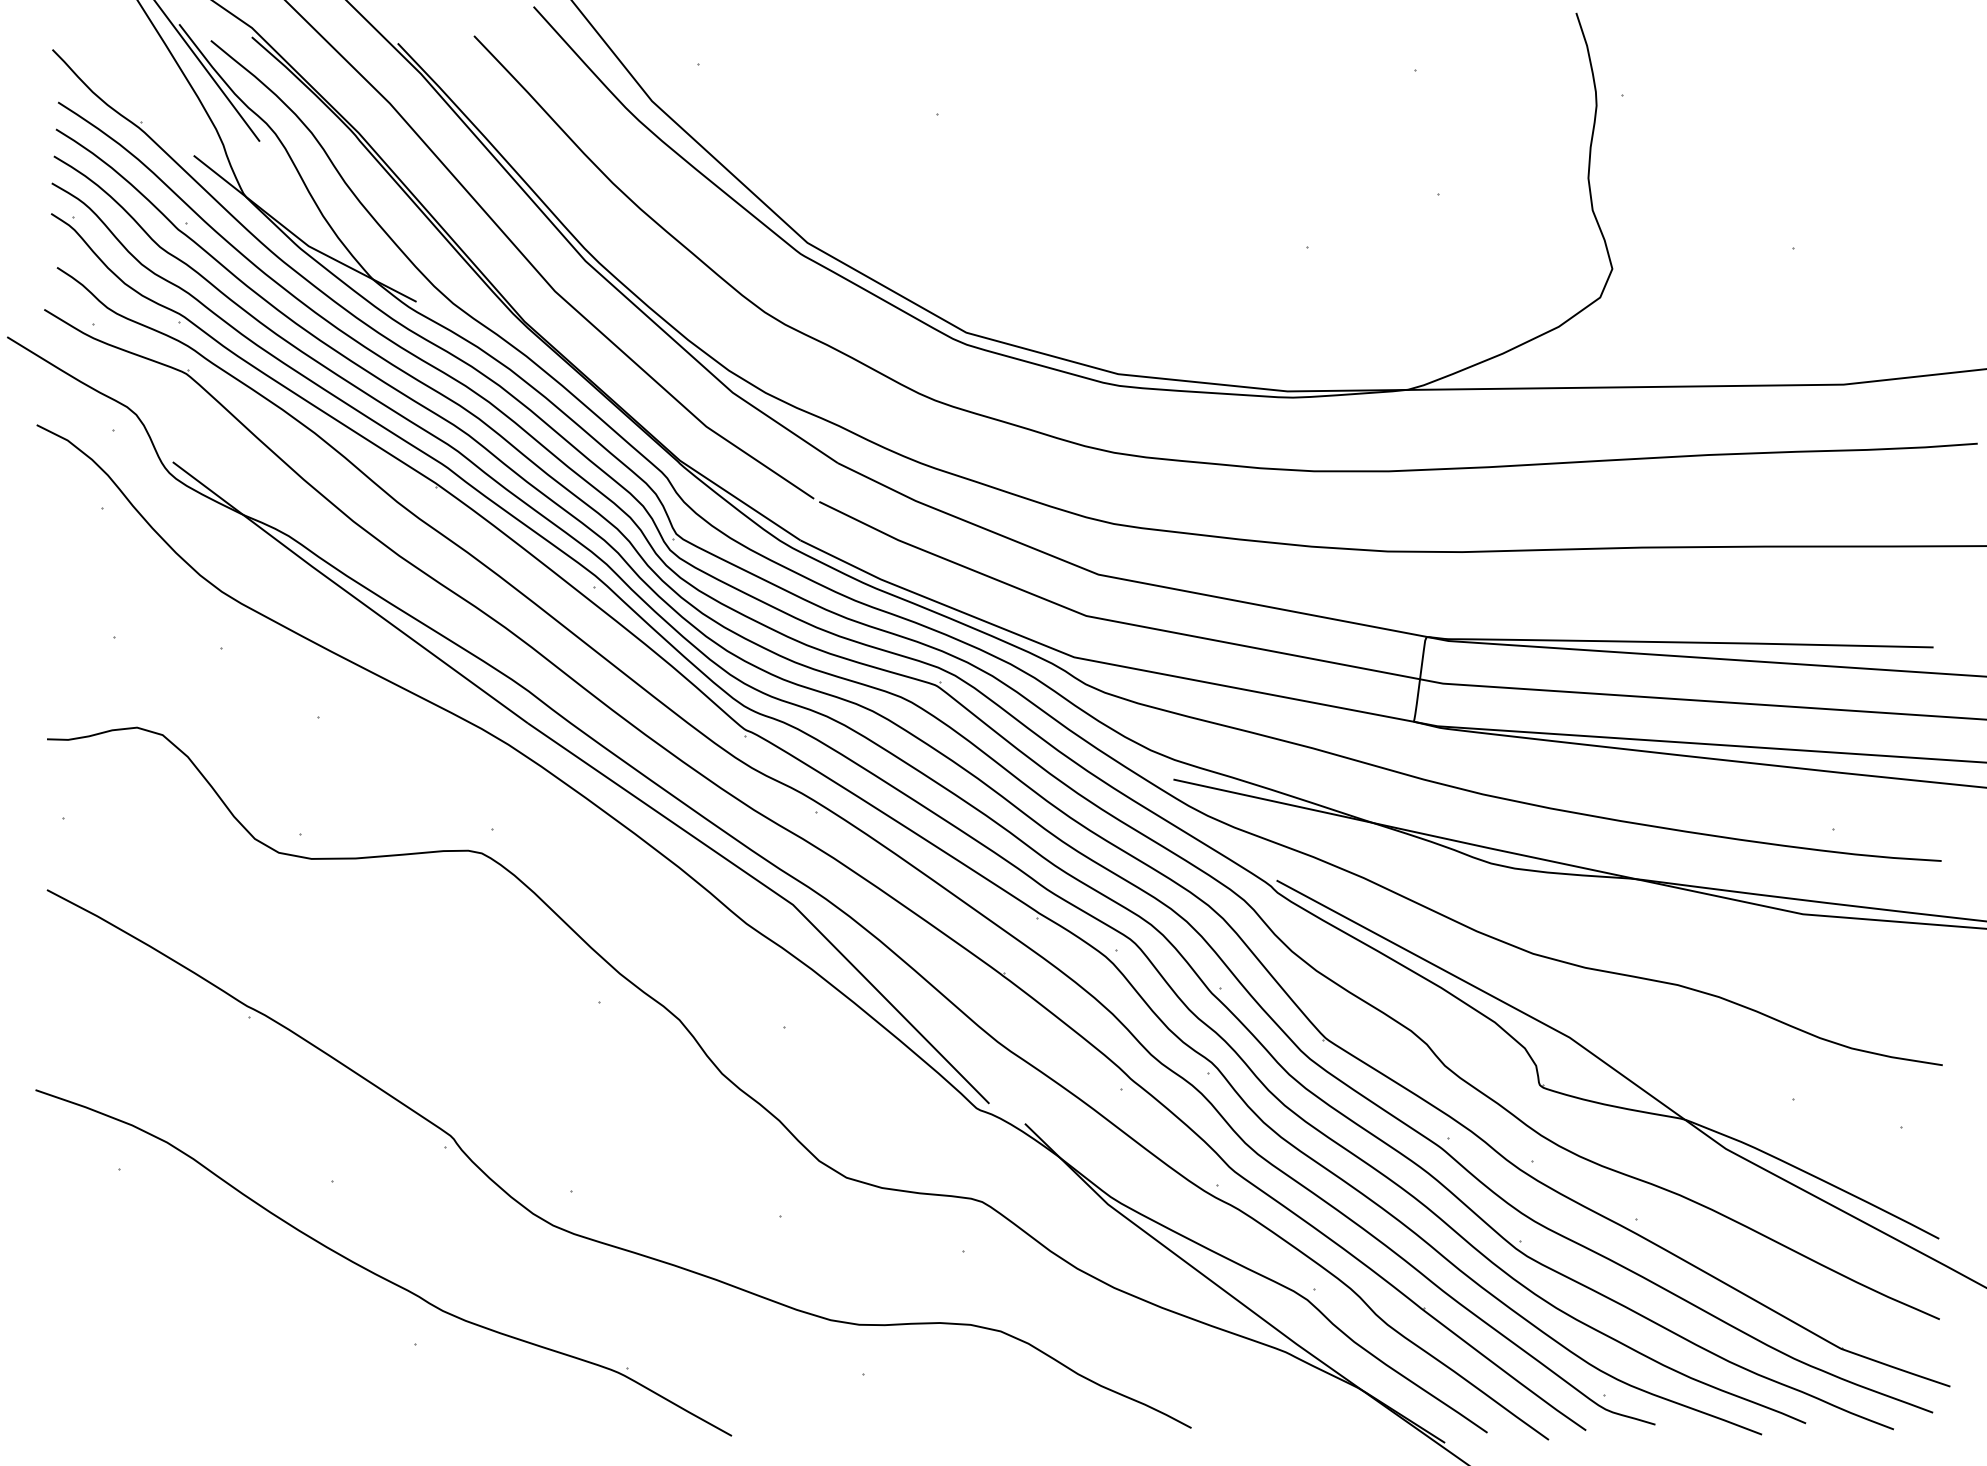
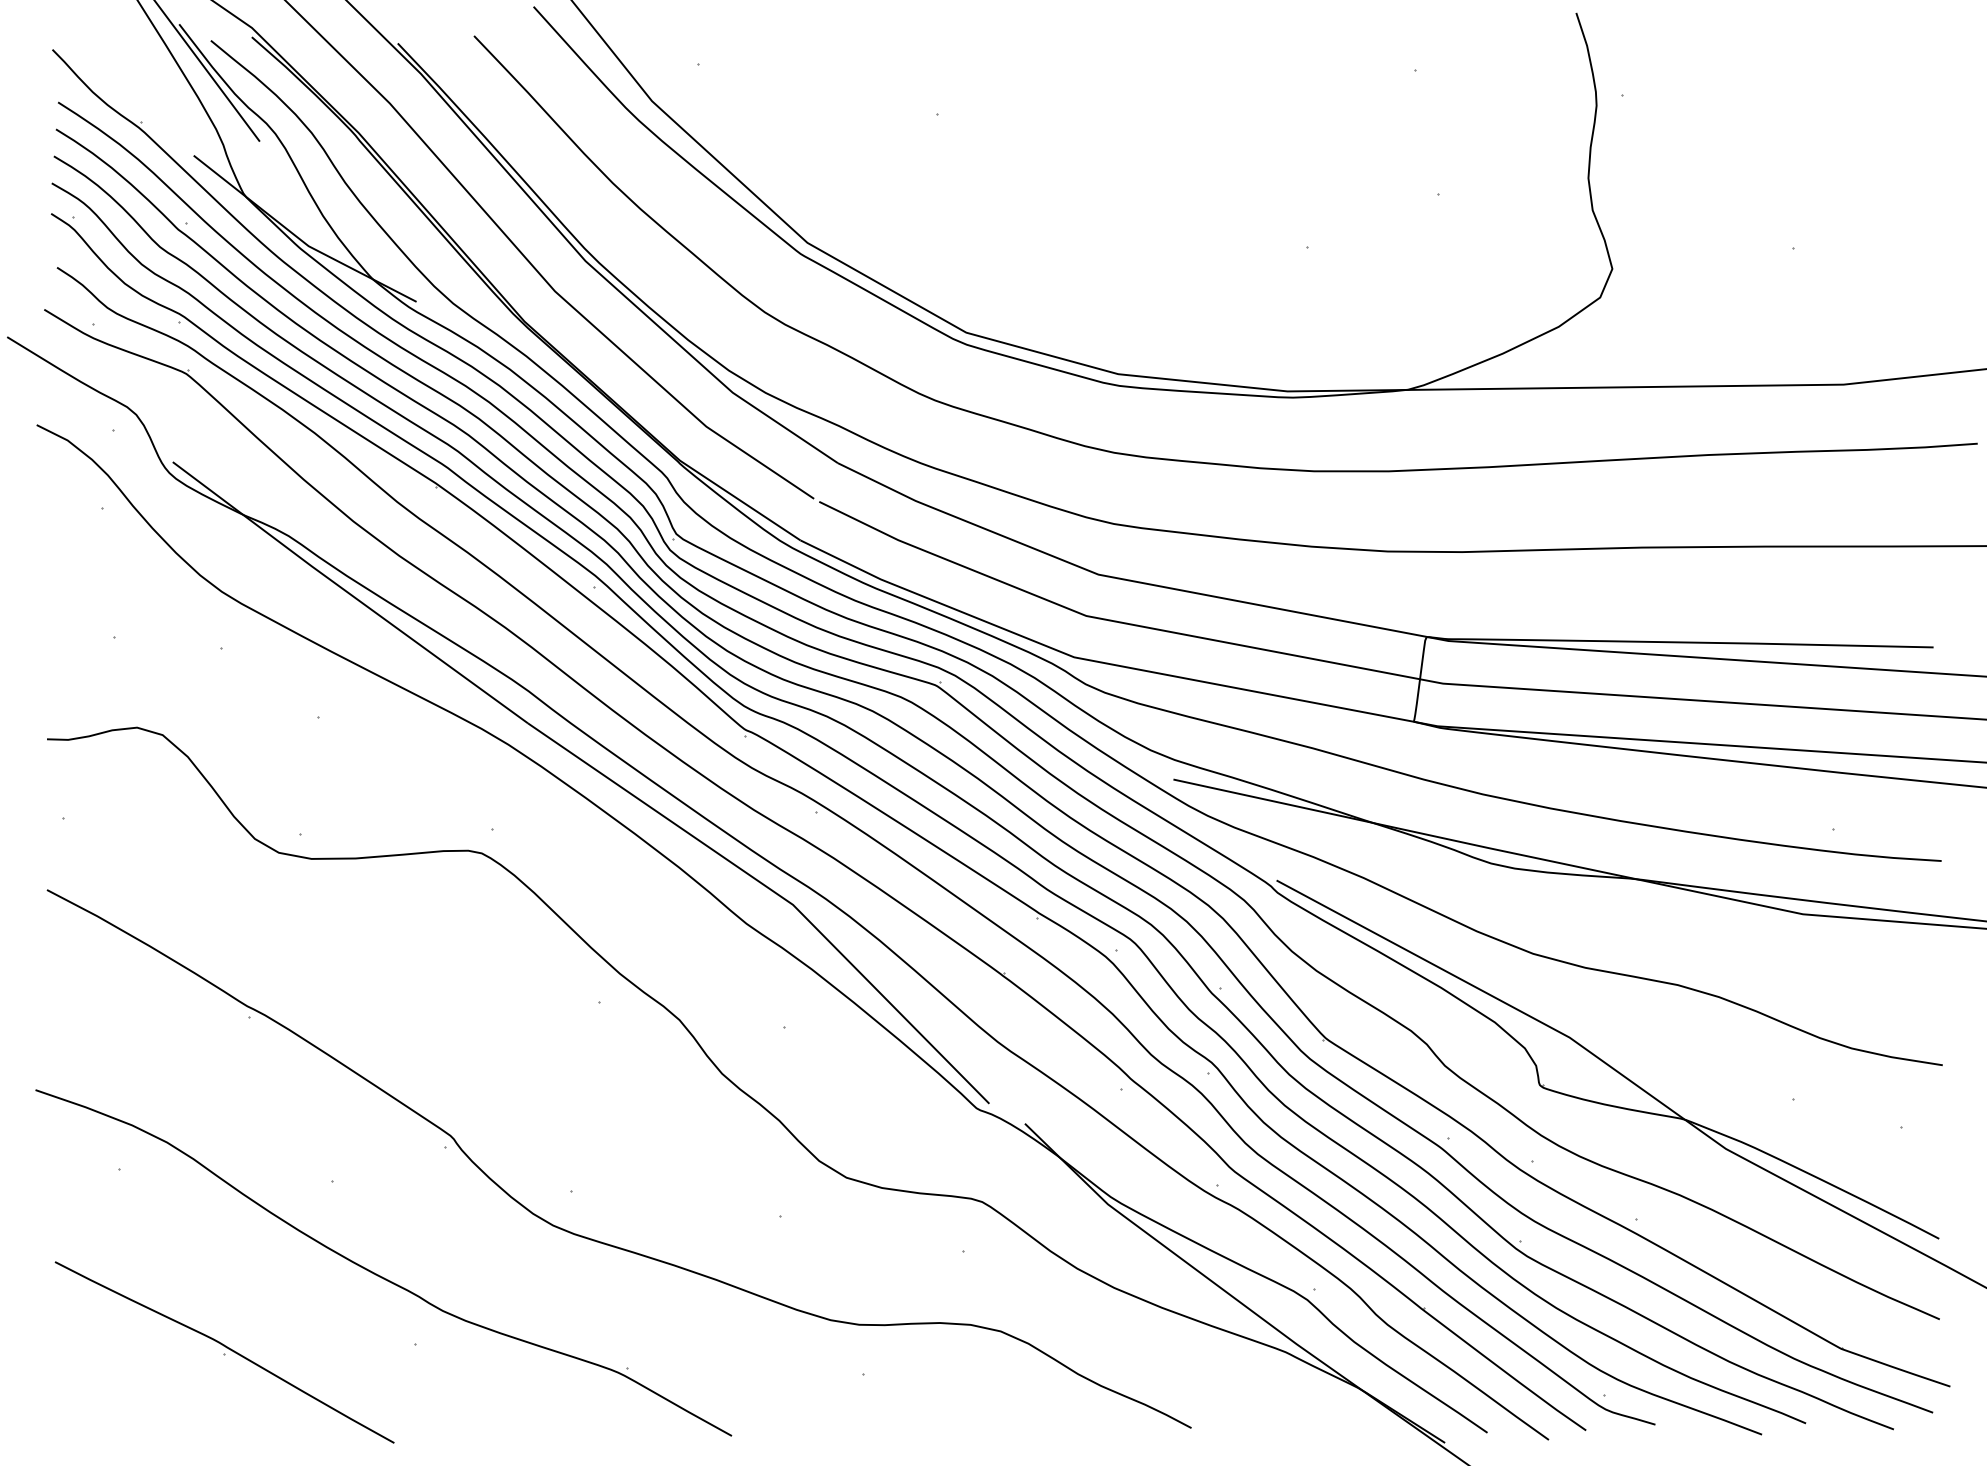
part at (224, 1352): none -> present
